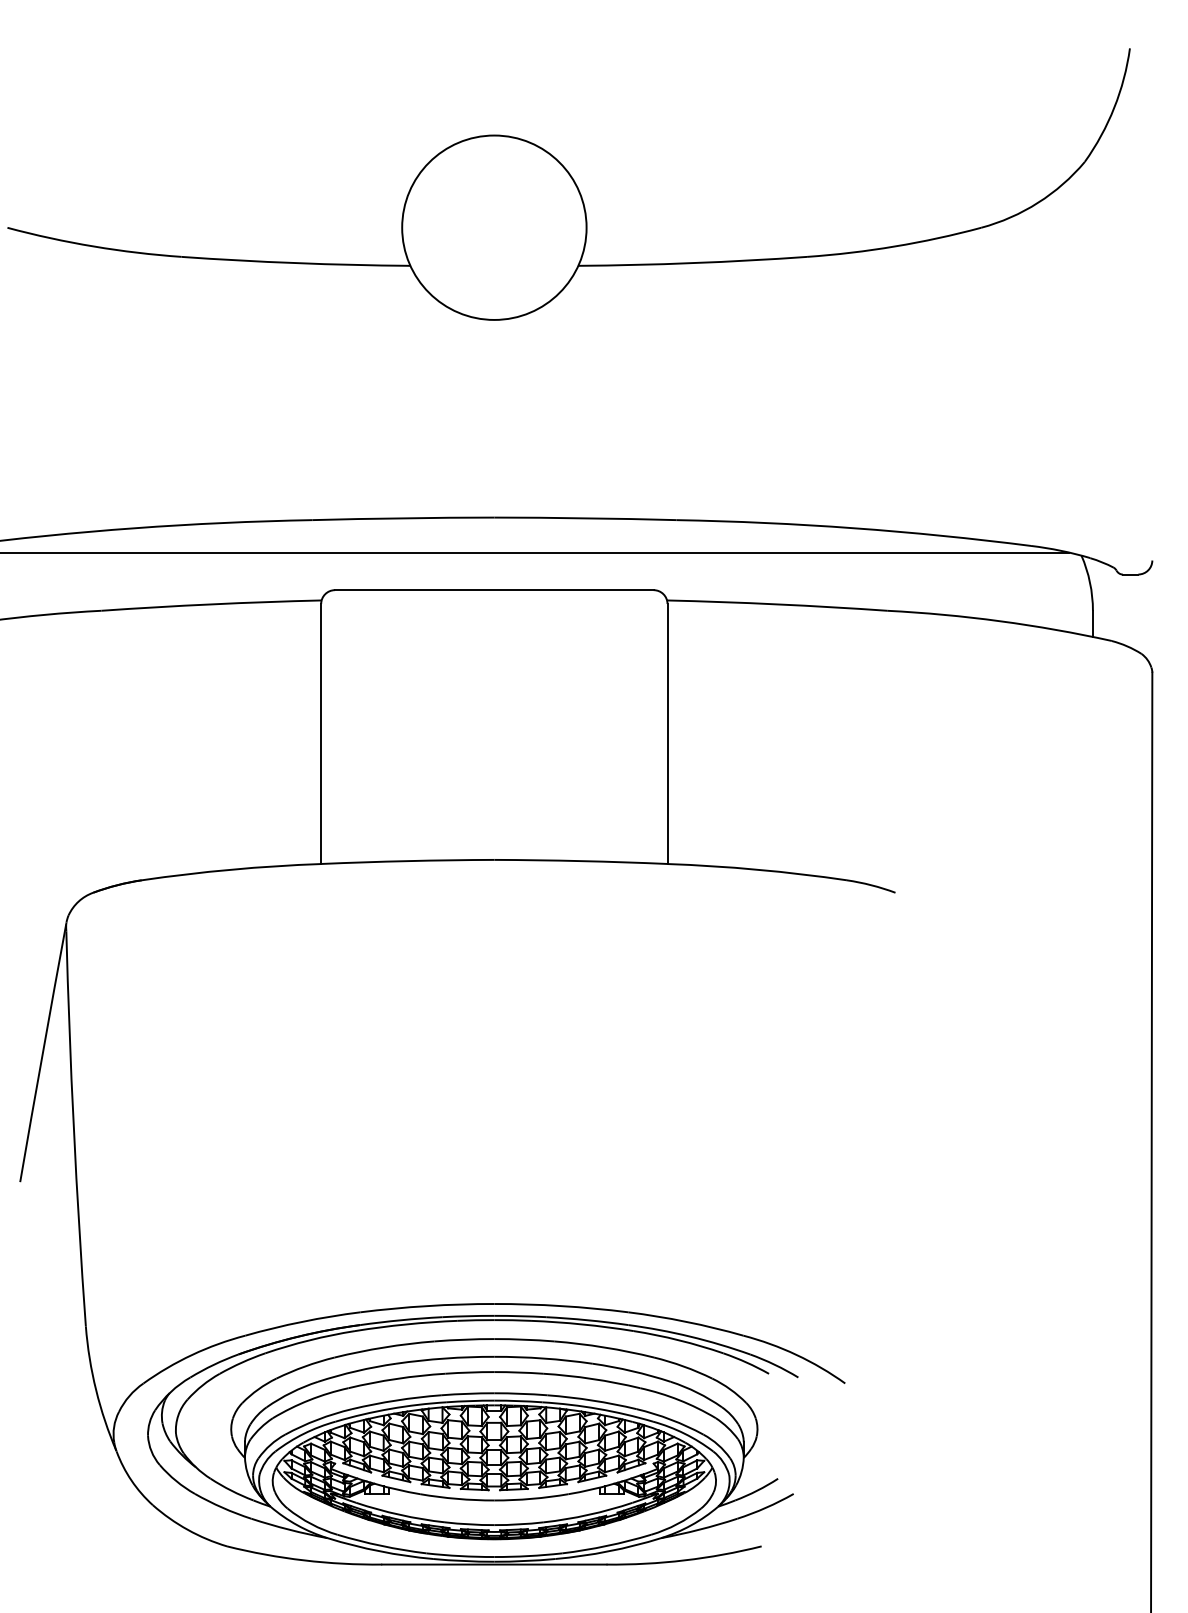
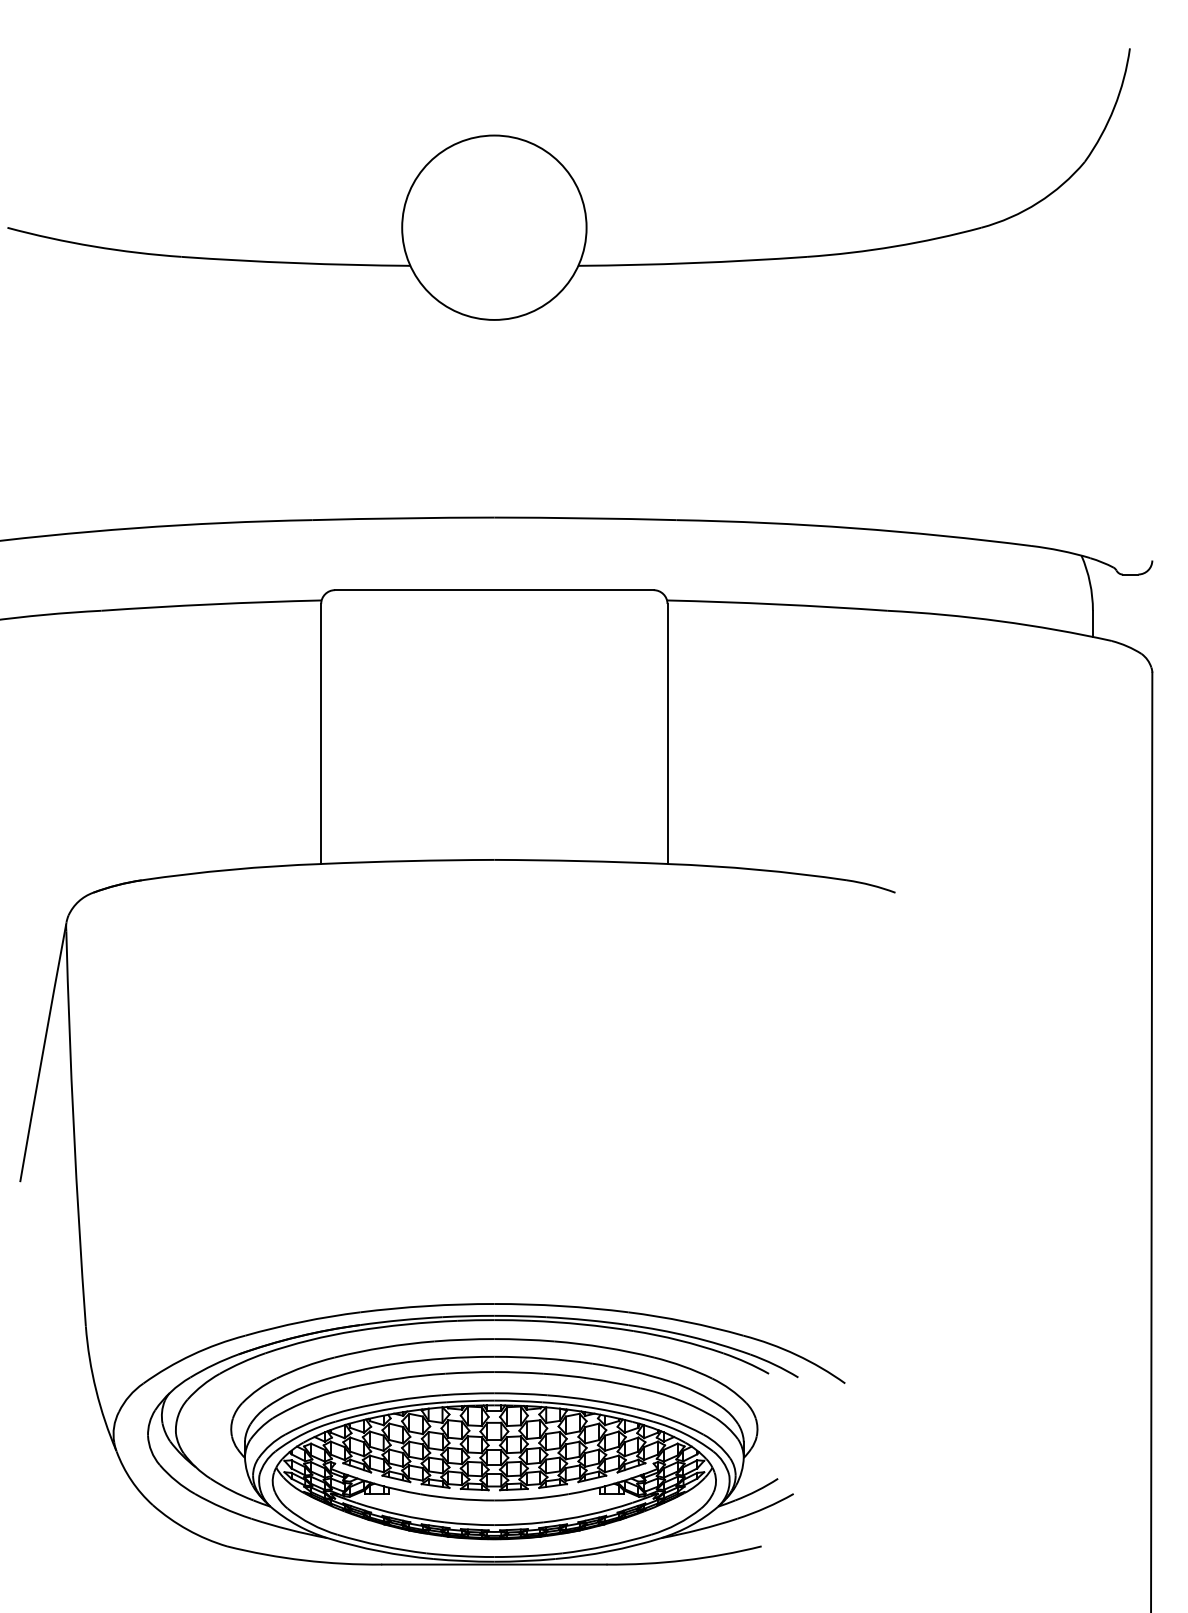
line at (535, 552): present -> none
